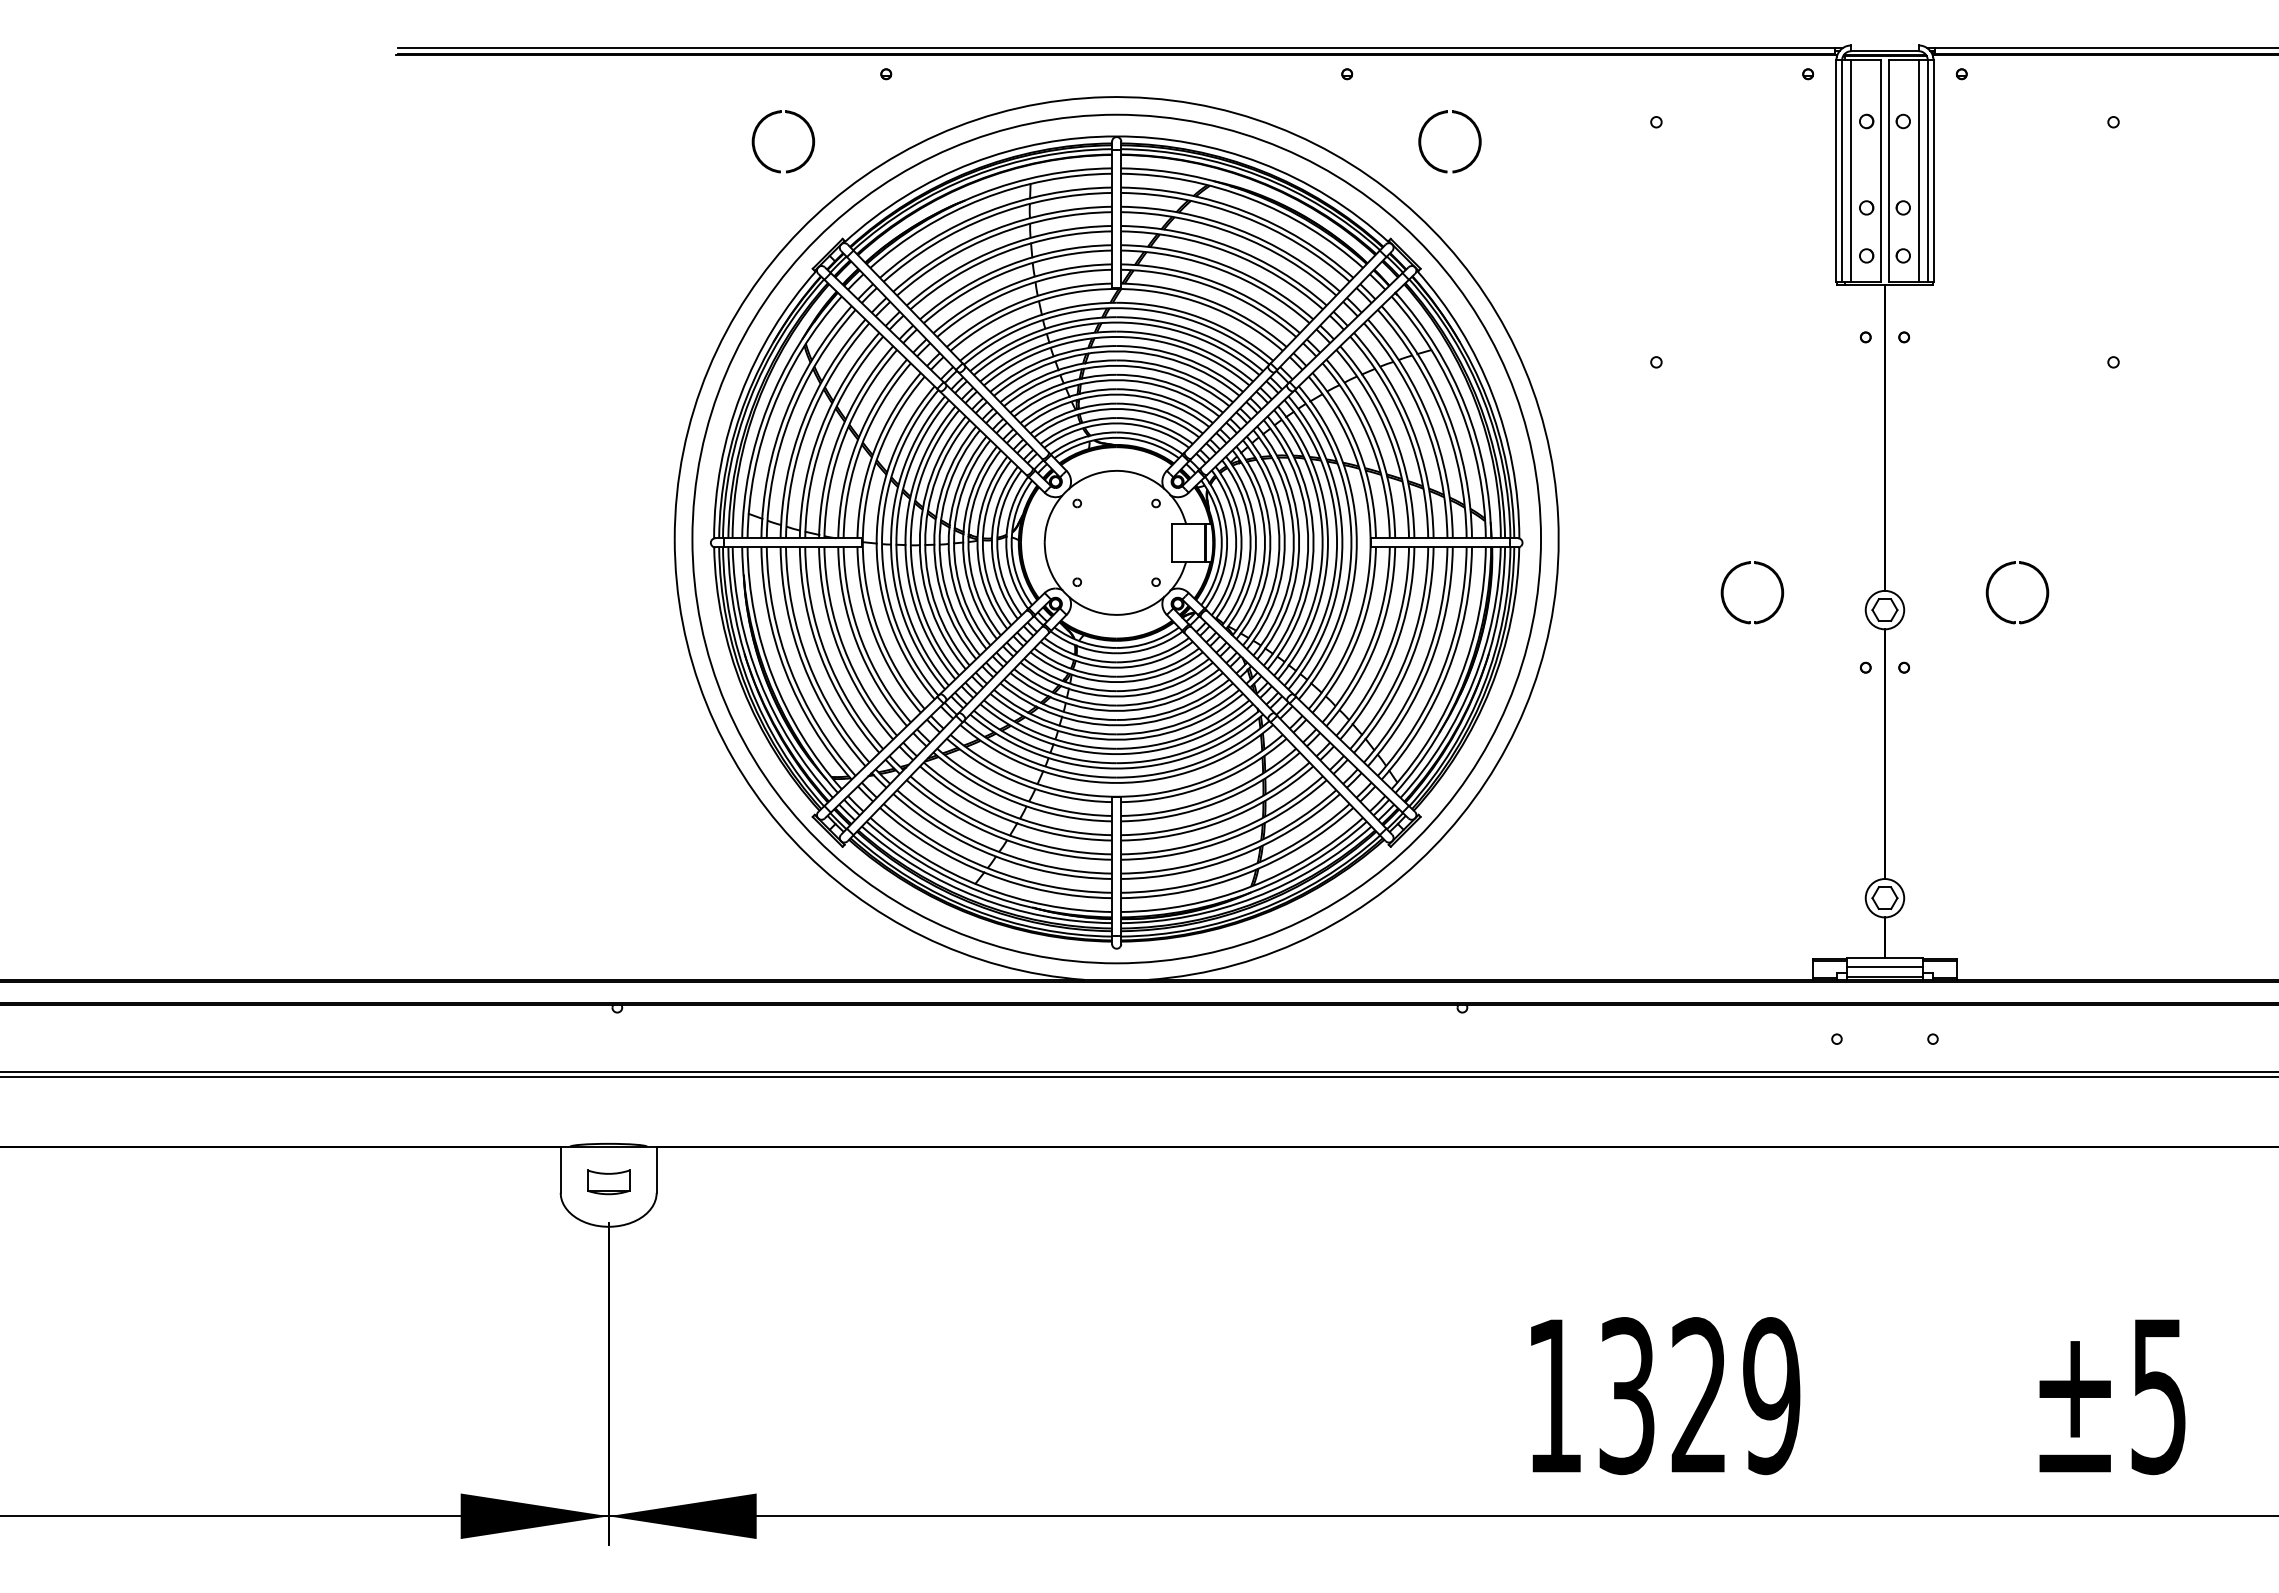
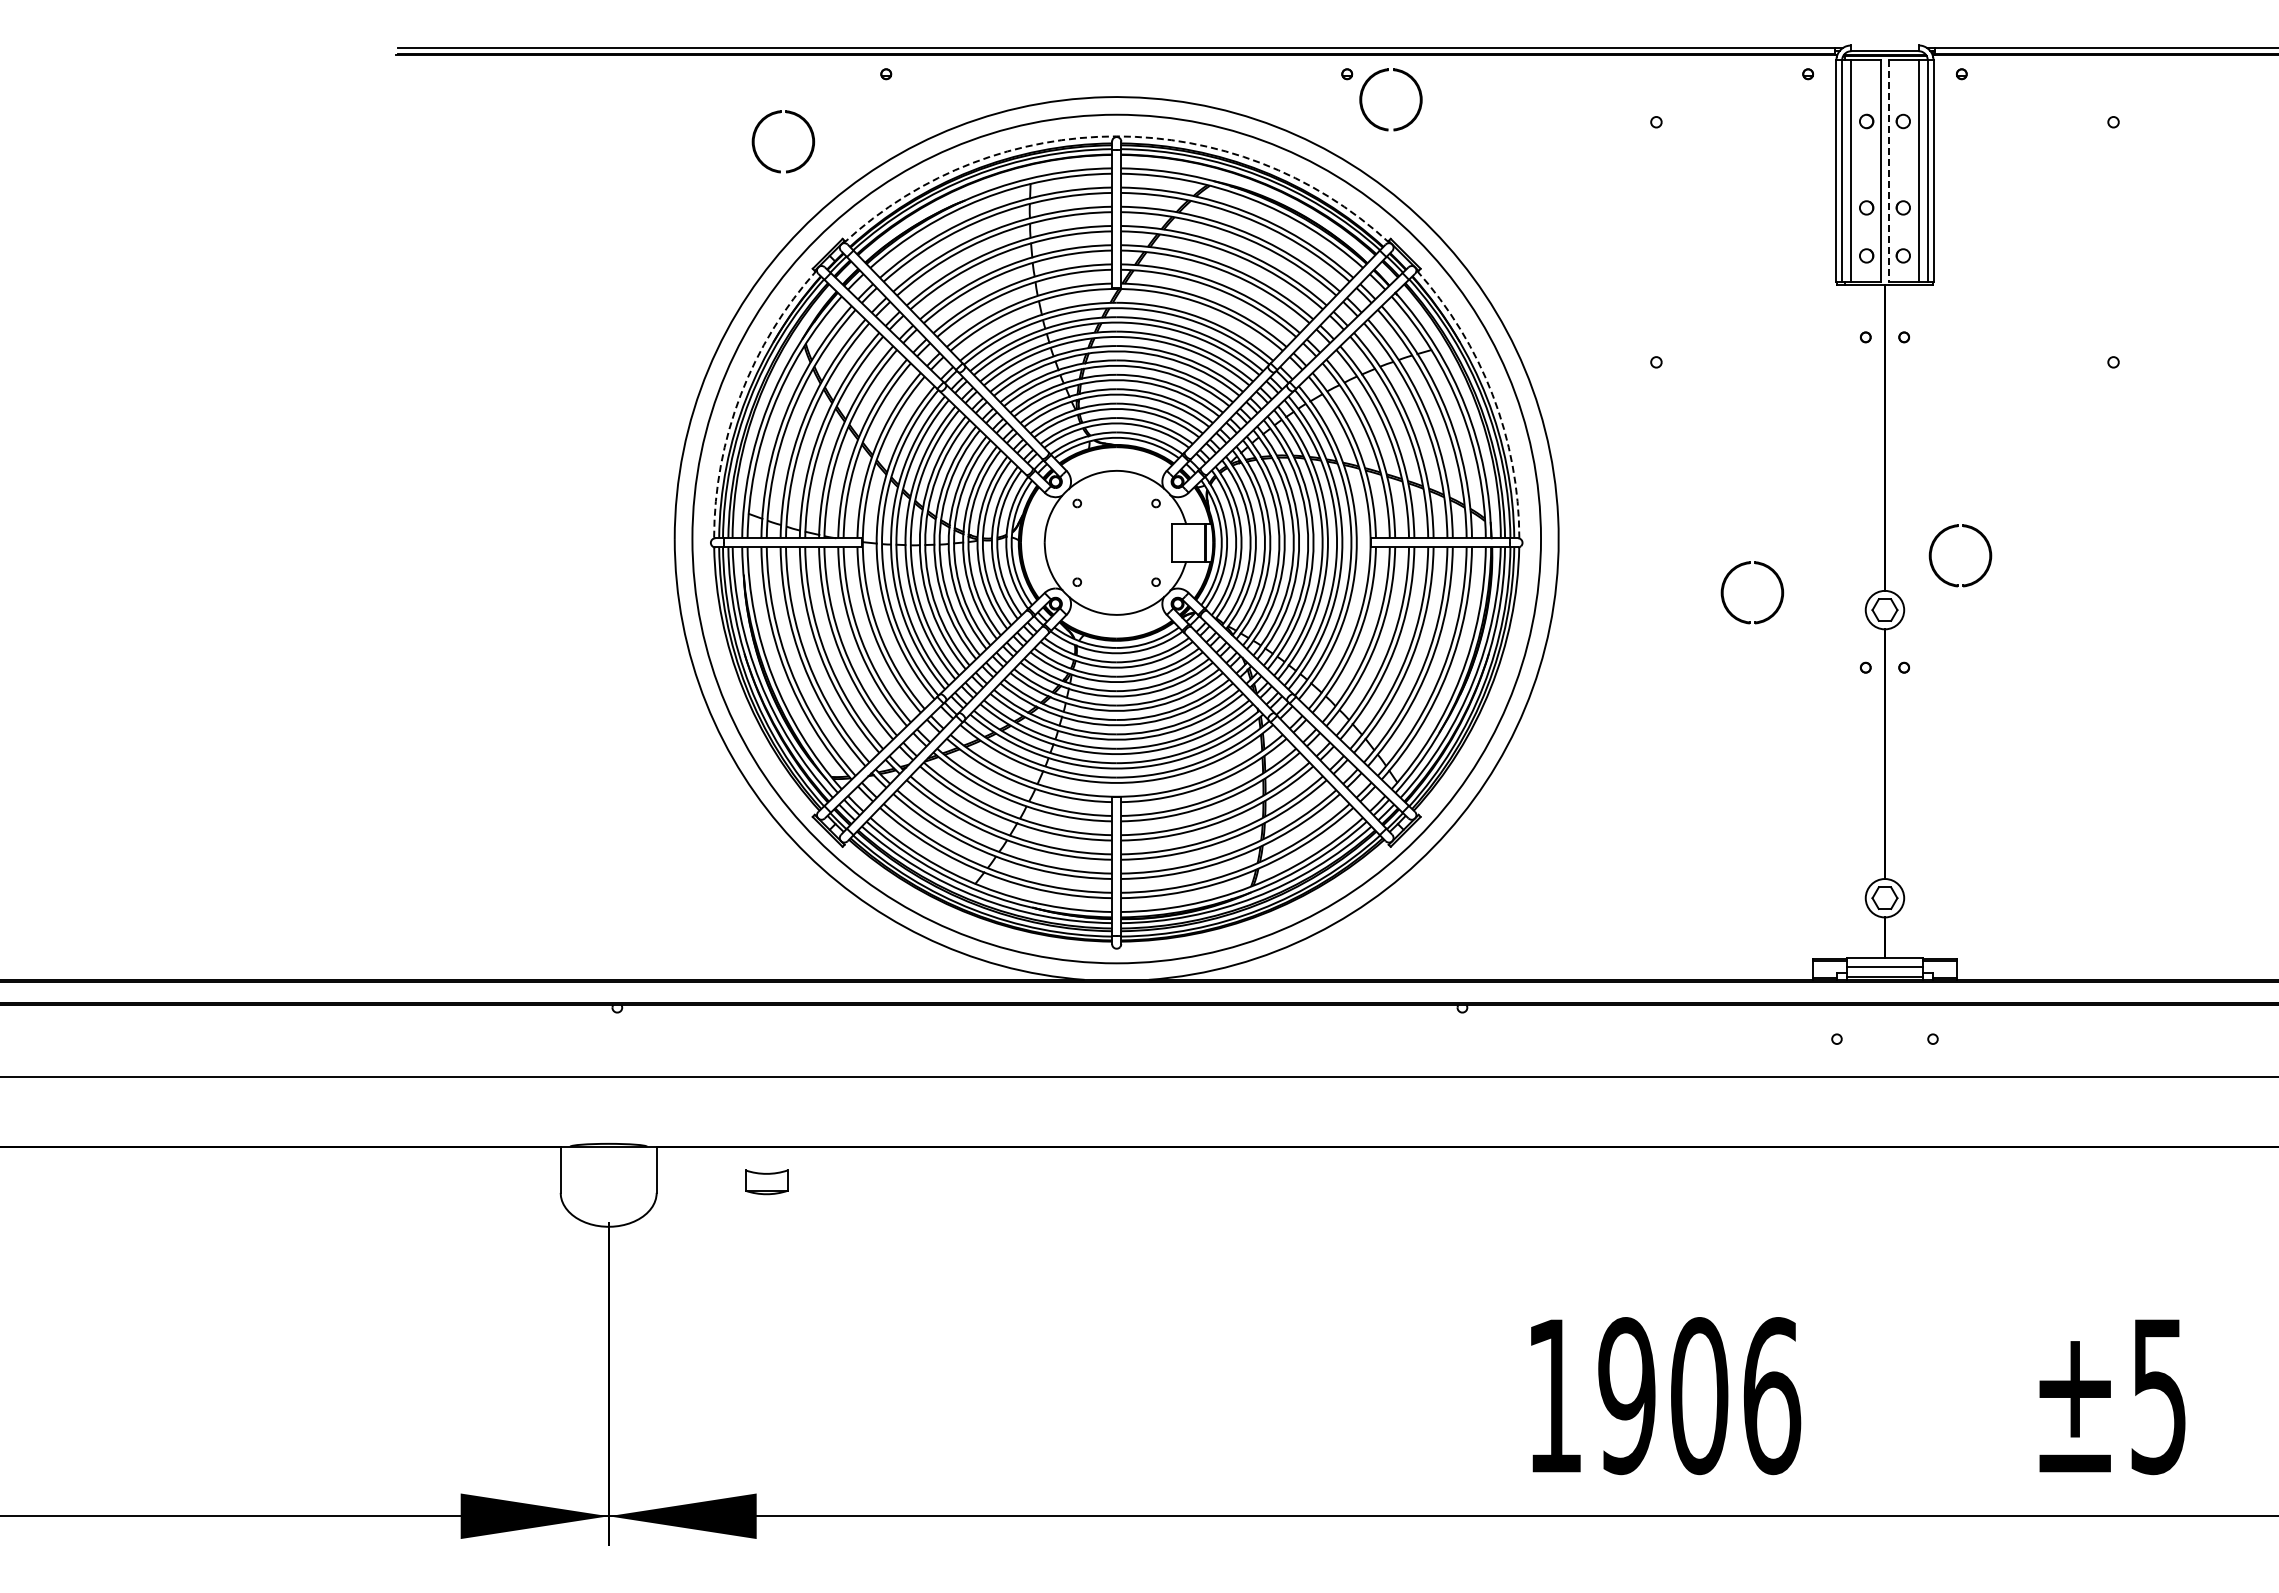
part at (1425, 127) position: (1425, 127) -> (1366, 85)
arc at (1116, 136): solid -> dashed
line at (1889, 171): solid -> dashed
arc at (740, 394): solid -> dashed
arc at (1492, 394): solid -> dashed
part at (2014, 564) position: (2014, 564) -> (1957, 527)
line at (1138, 1072): present -> none
part at (608, 1182) position: (608, 1182) -> (766, 1182)
text at (1699, 1396): 1329 -> 1906
